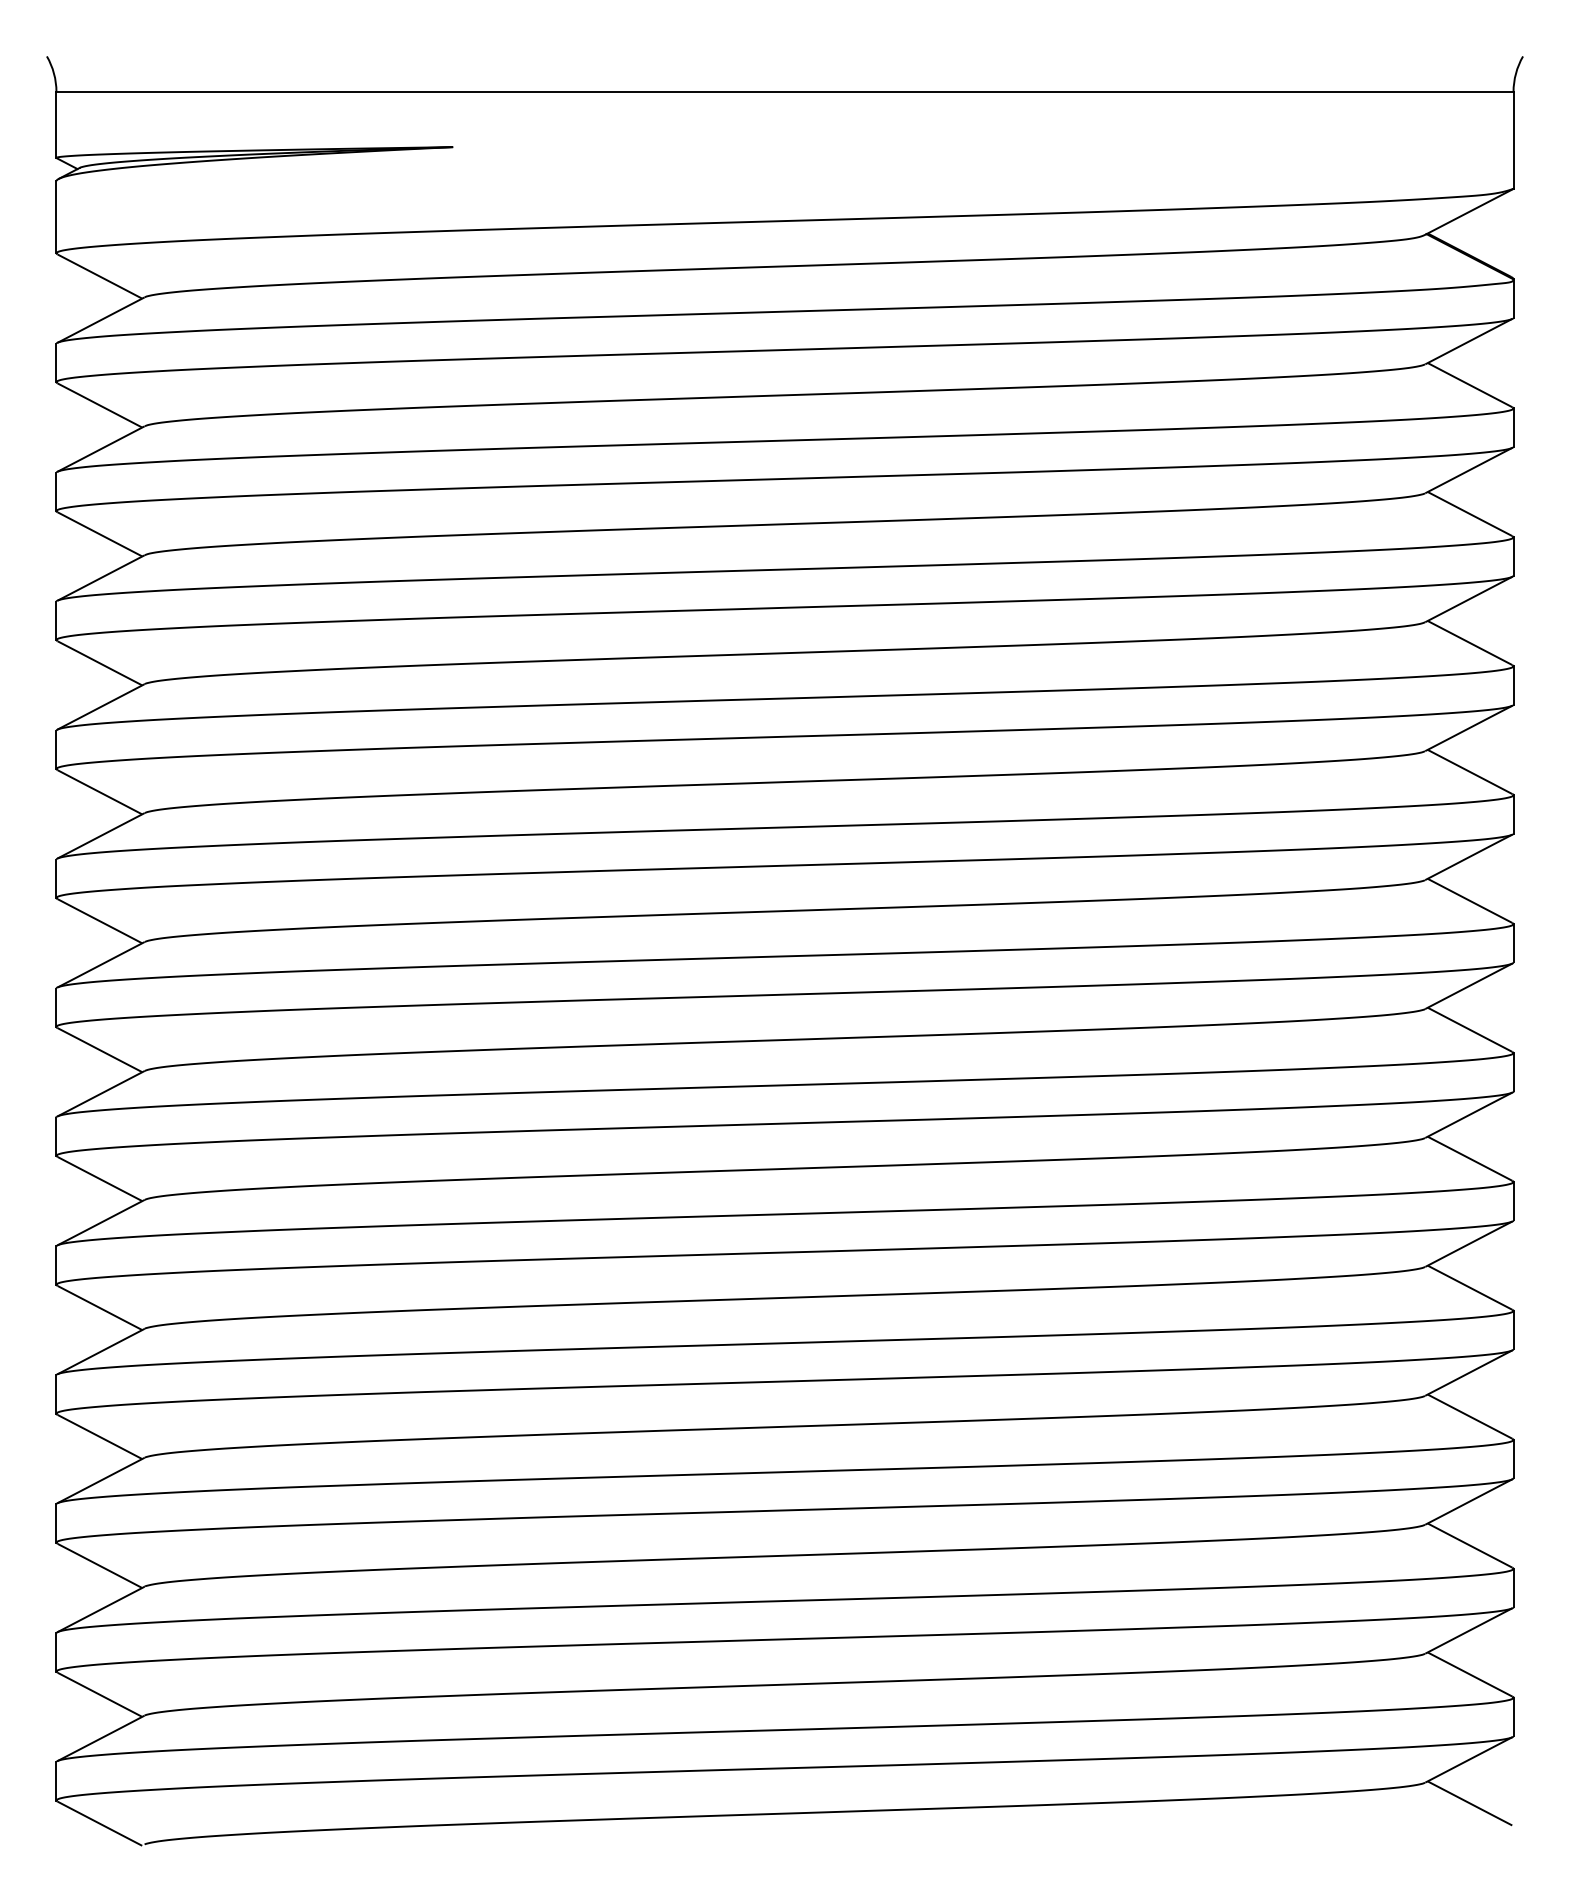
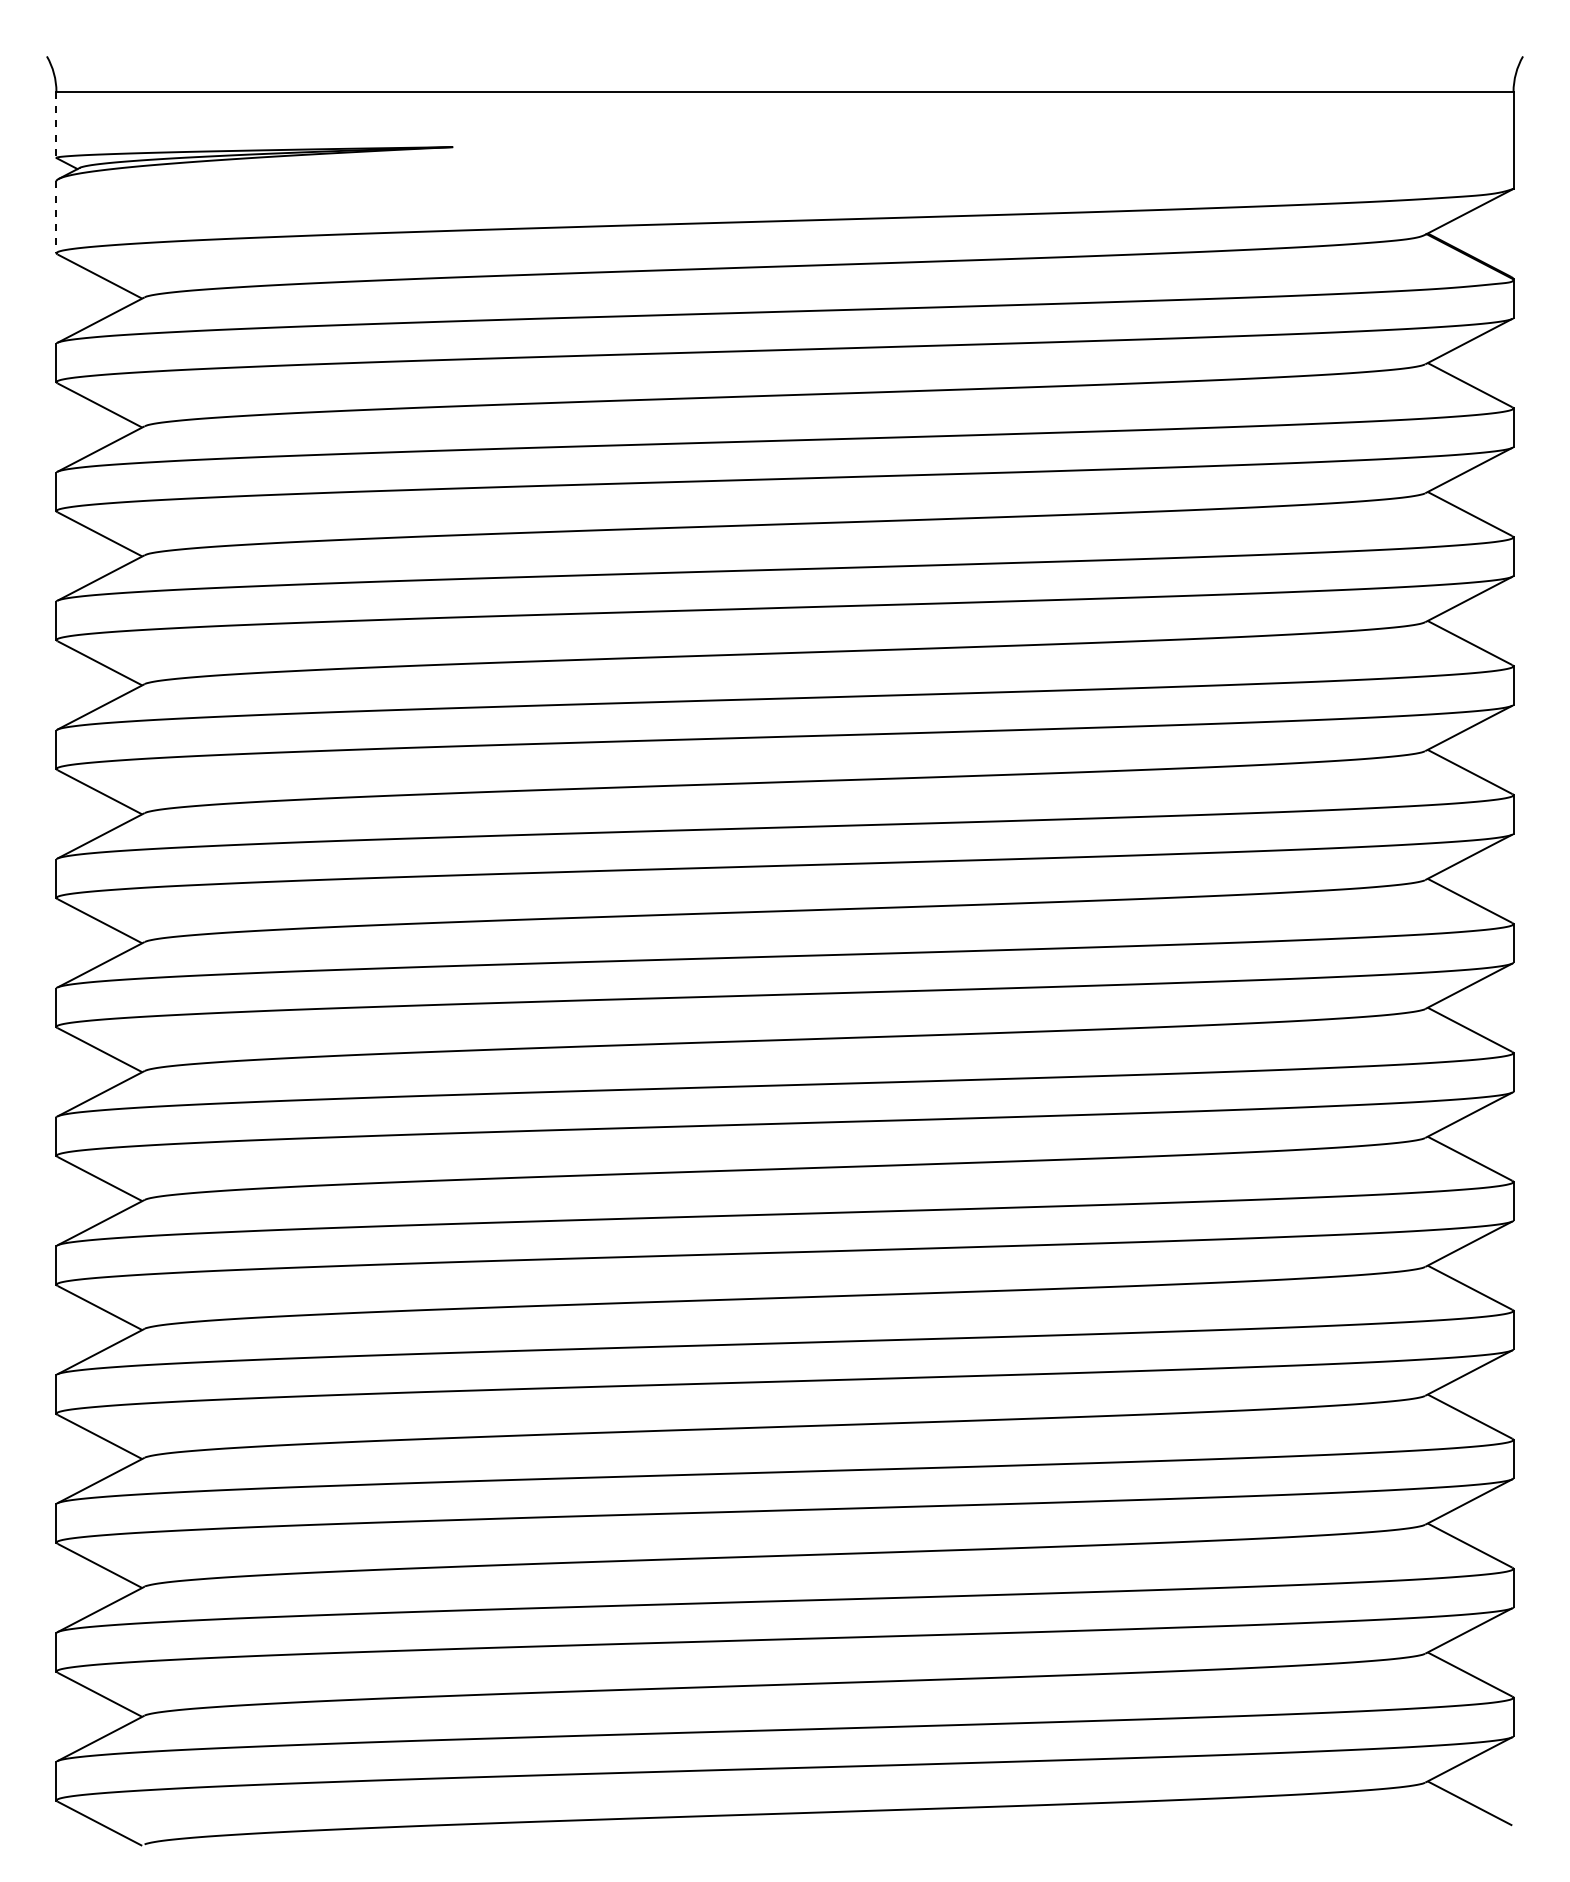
line at (56, 124): solid -> dashed
line at (56, 217): solid -> dashed
